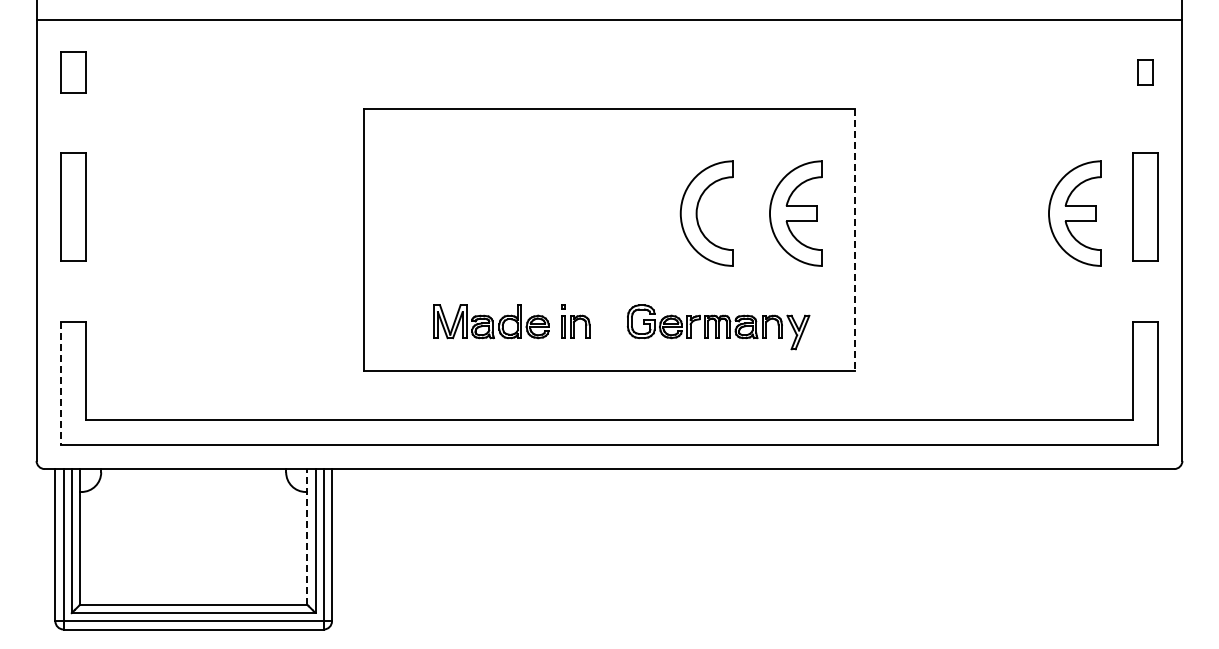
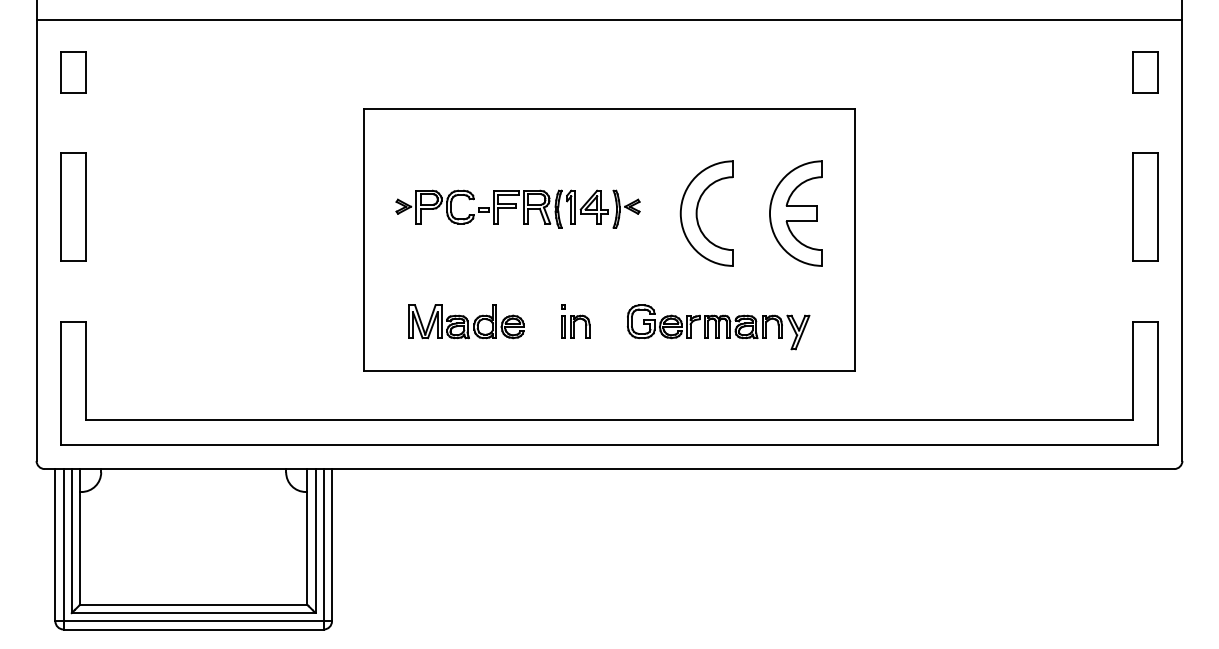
part at (1145, 72) size: 17x27 px -> 27x43 px
part at (517, 208): none -> present
part at (1074, 213): present -> none
line at (855, 239): dashed -> solid
part at (491, 321) position: (491, 321) -> (466, 321)
line at (61, 383): dashed -> solid
line at (307, 537): dashed -> solid
